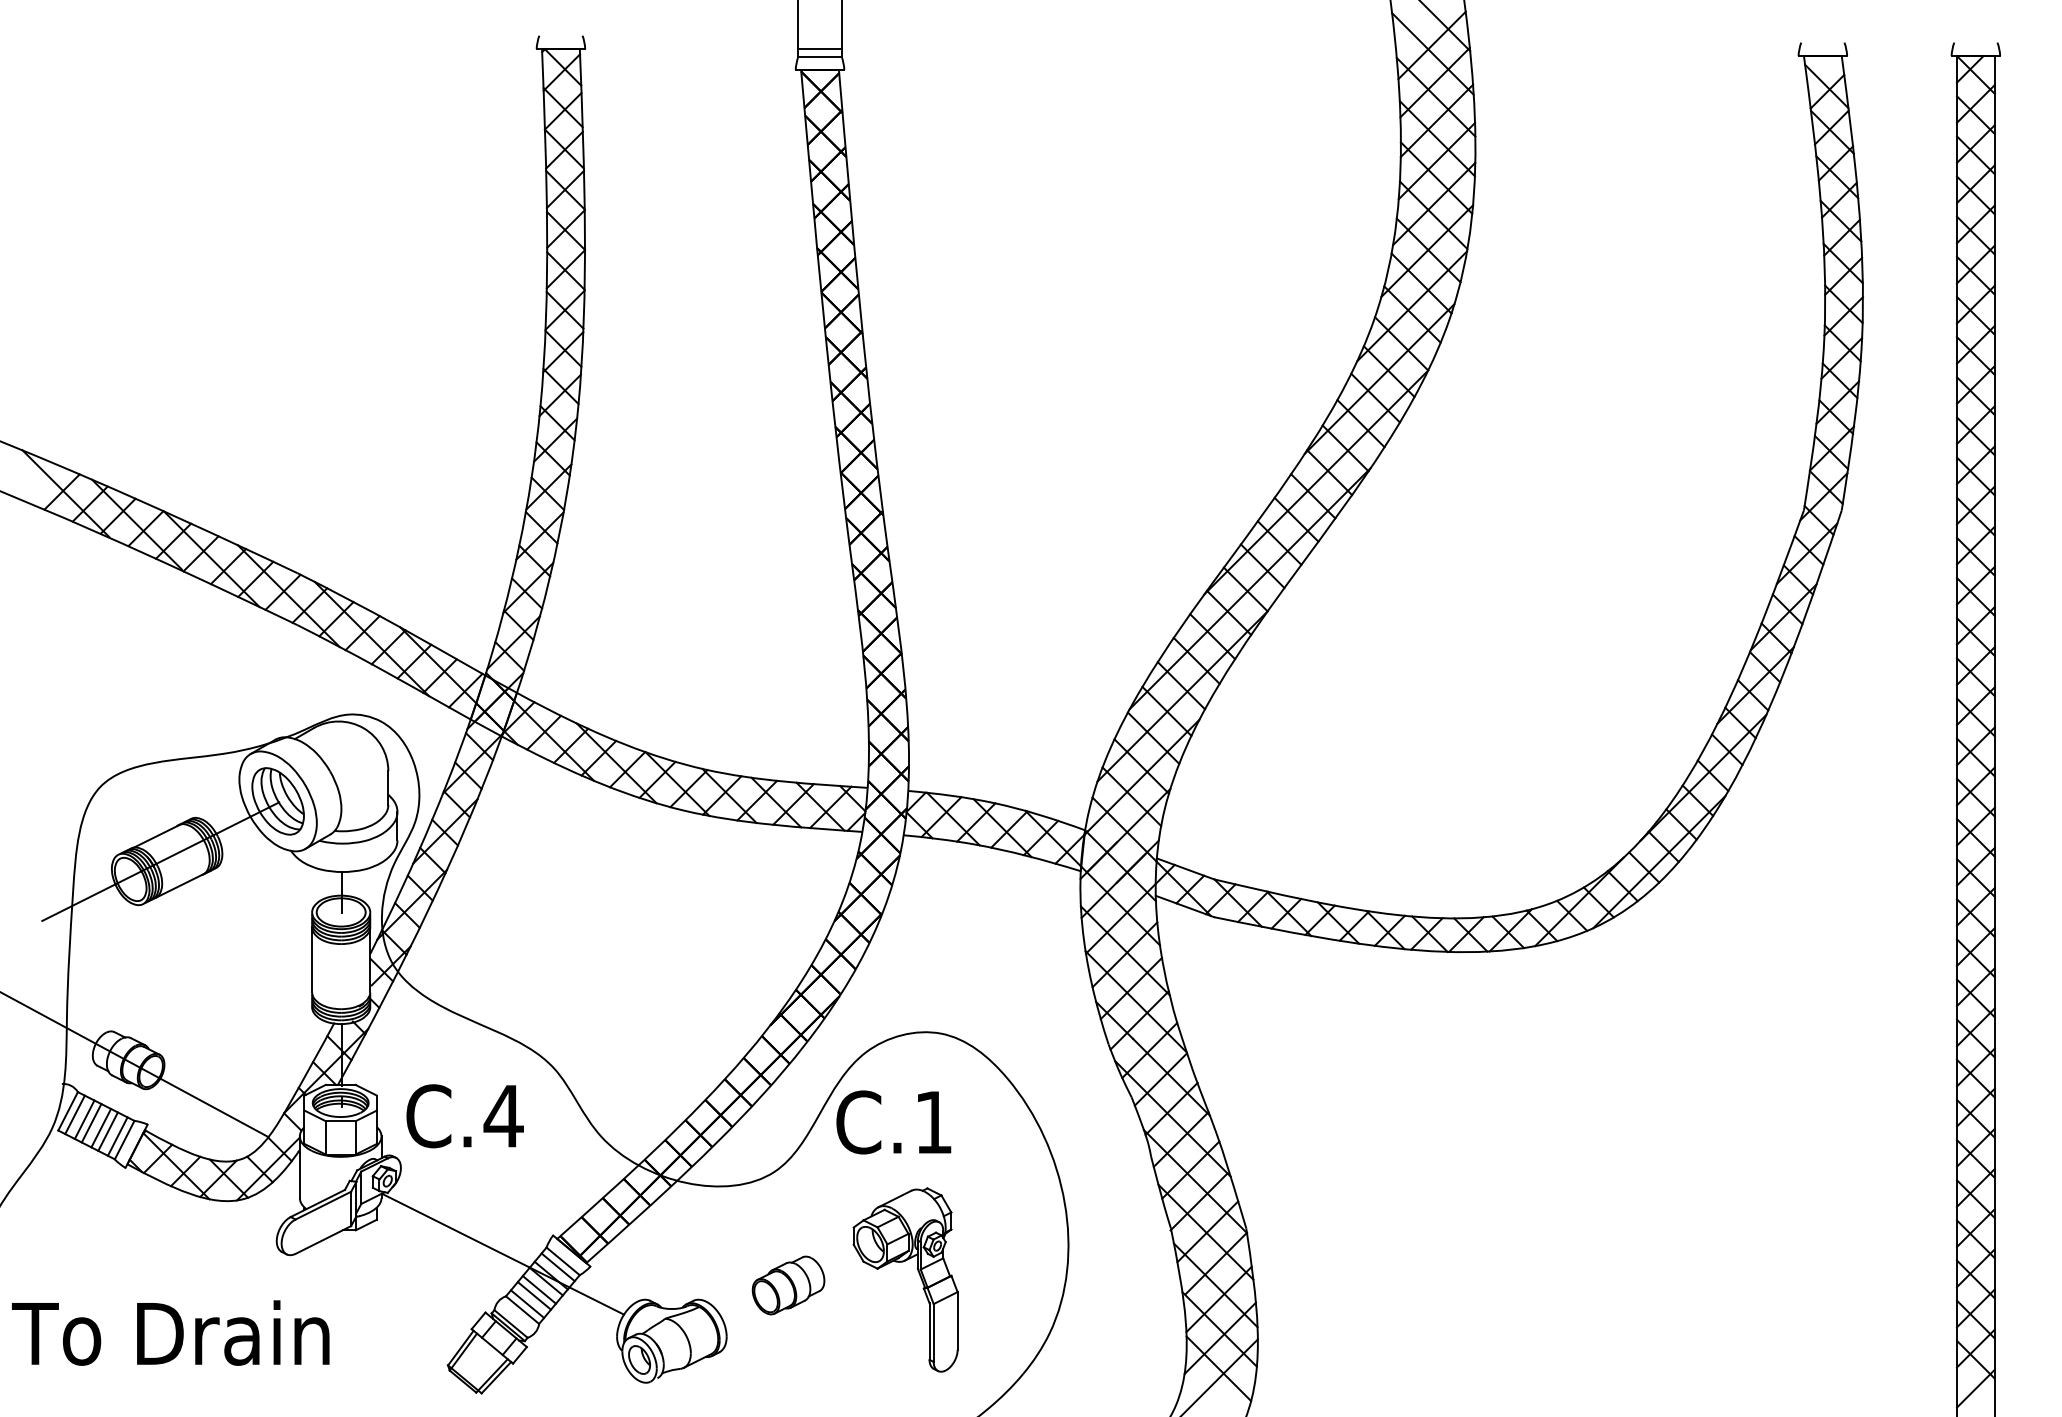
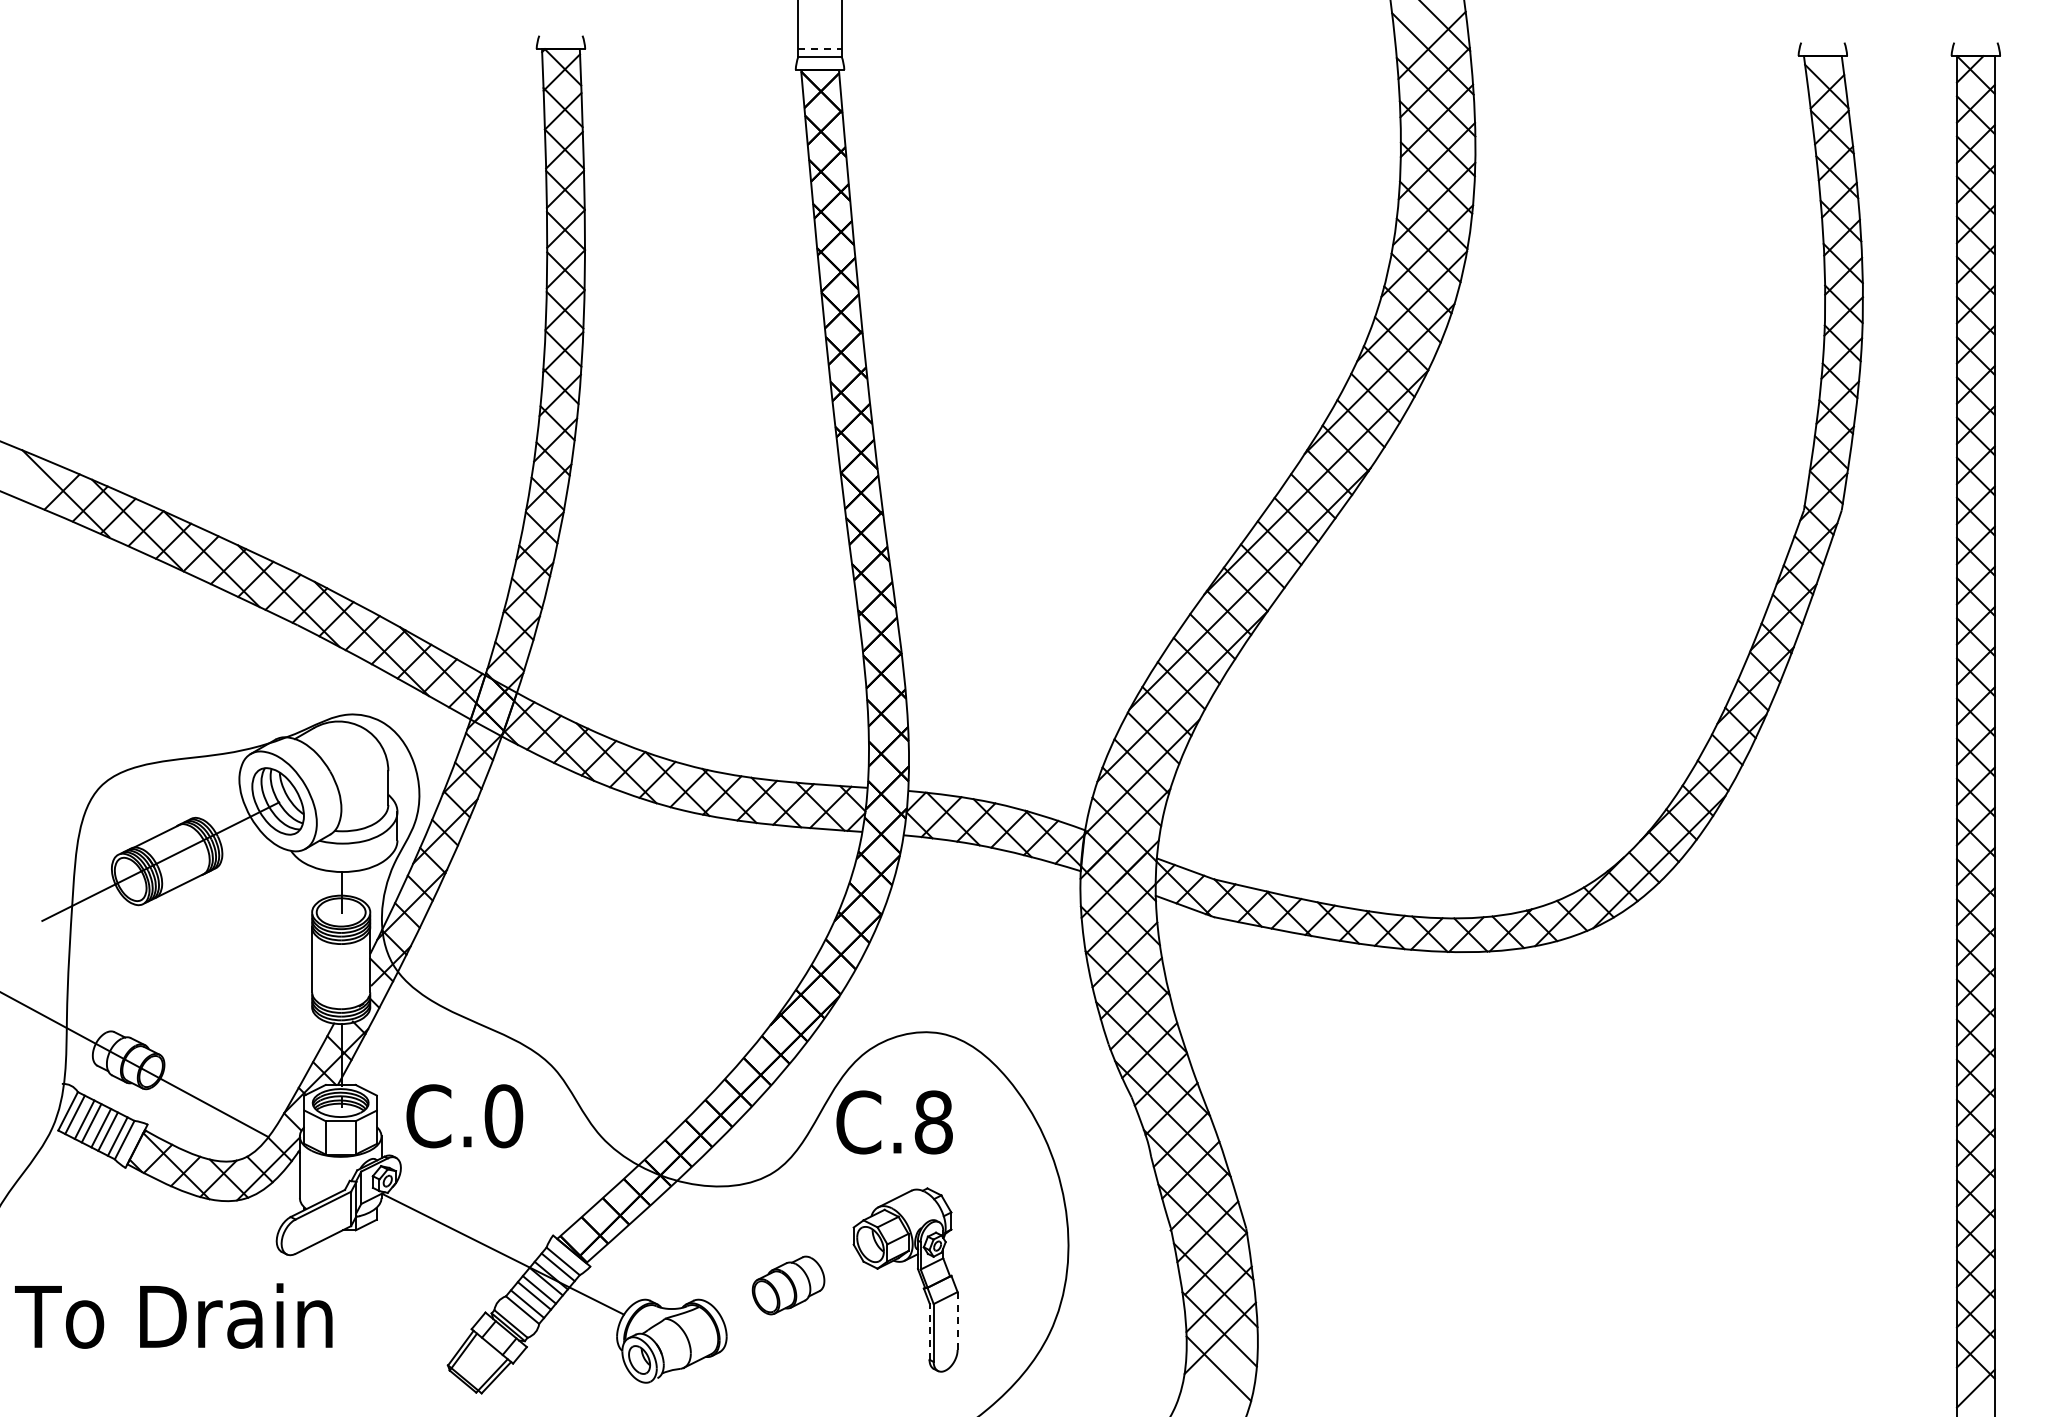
line at (820, 48): solid -> dashed
text at (503, 1116): C.4 -> C.0
text at (933, 1122): C.1 -> C.8
line at (957, 1321): solid -> dashed
line at (929, 1331): solid -> dashed
text at (170, 1332) position: (170, 1332) -> (173, 1315)
line at (1220, 1376): present -> none
